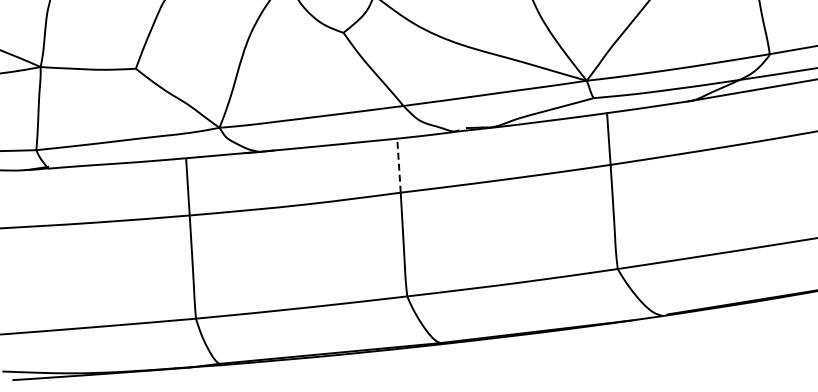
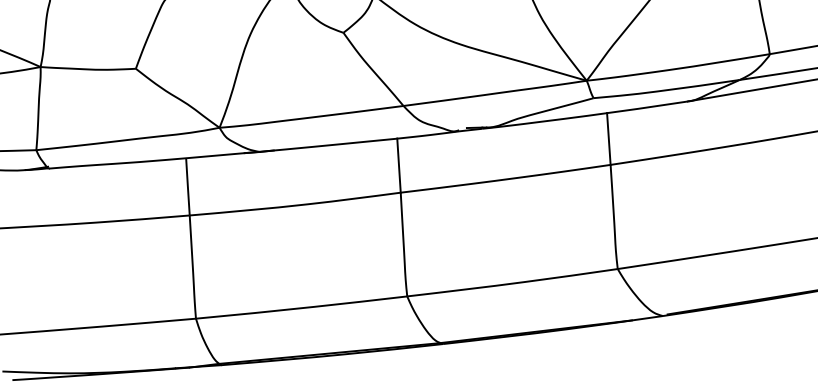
line at (398, 165): dashed -> solid
